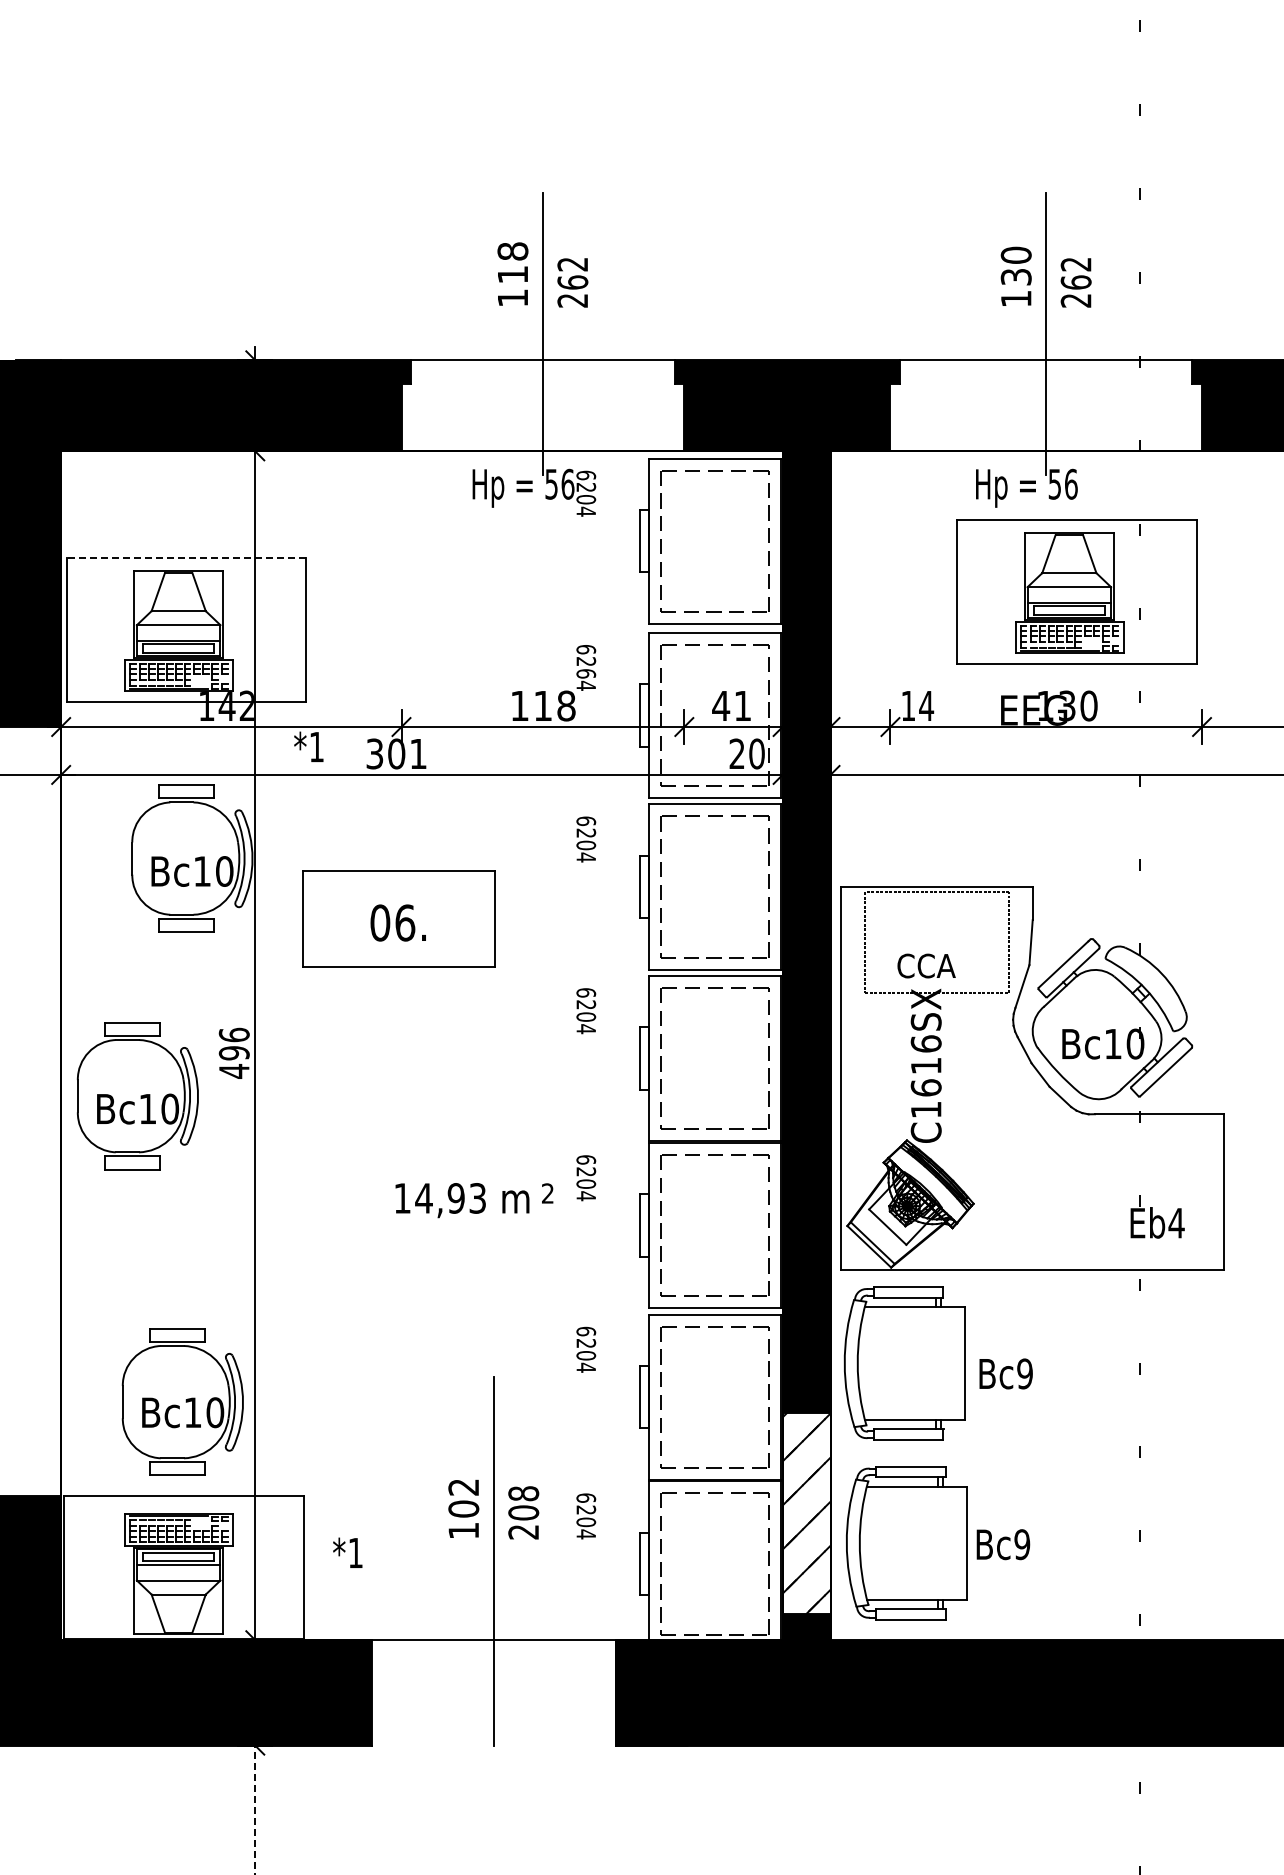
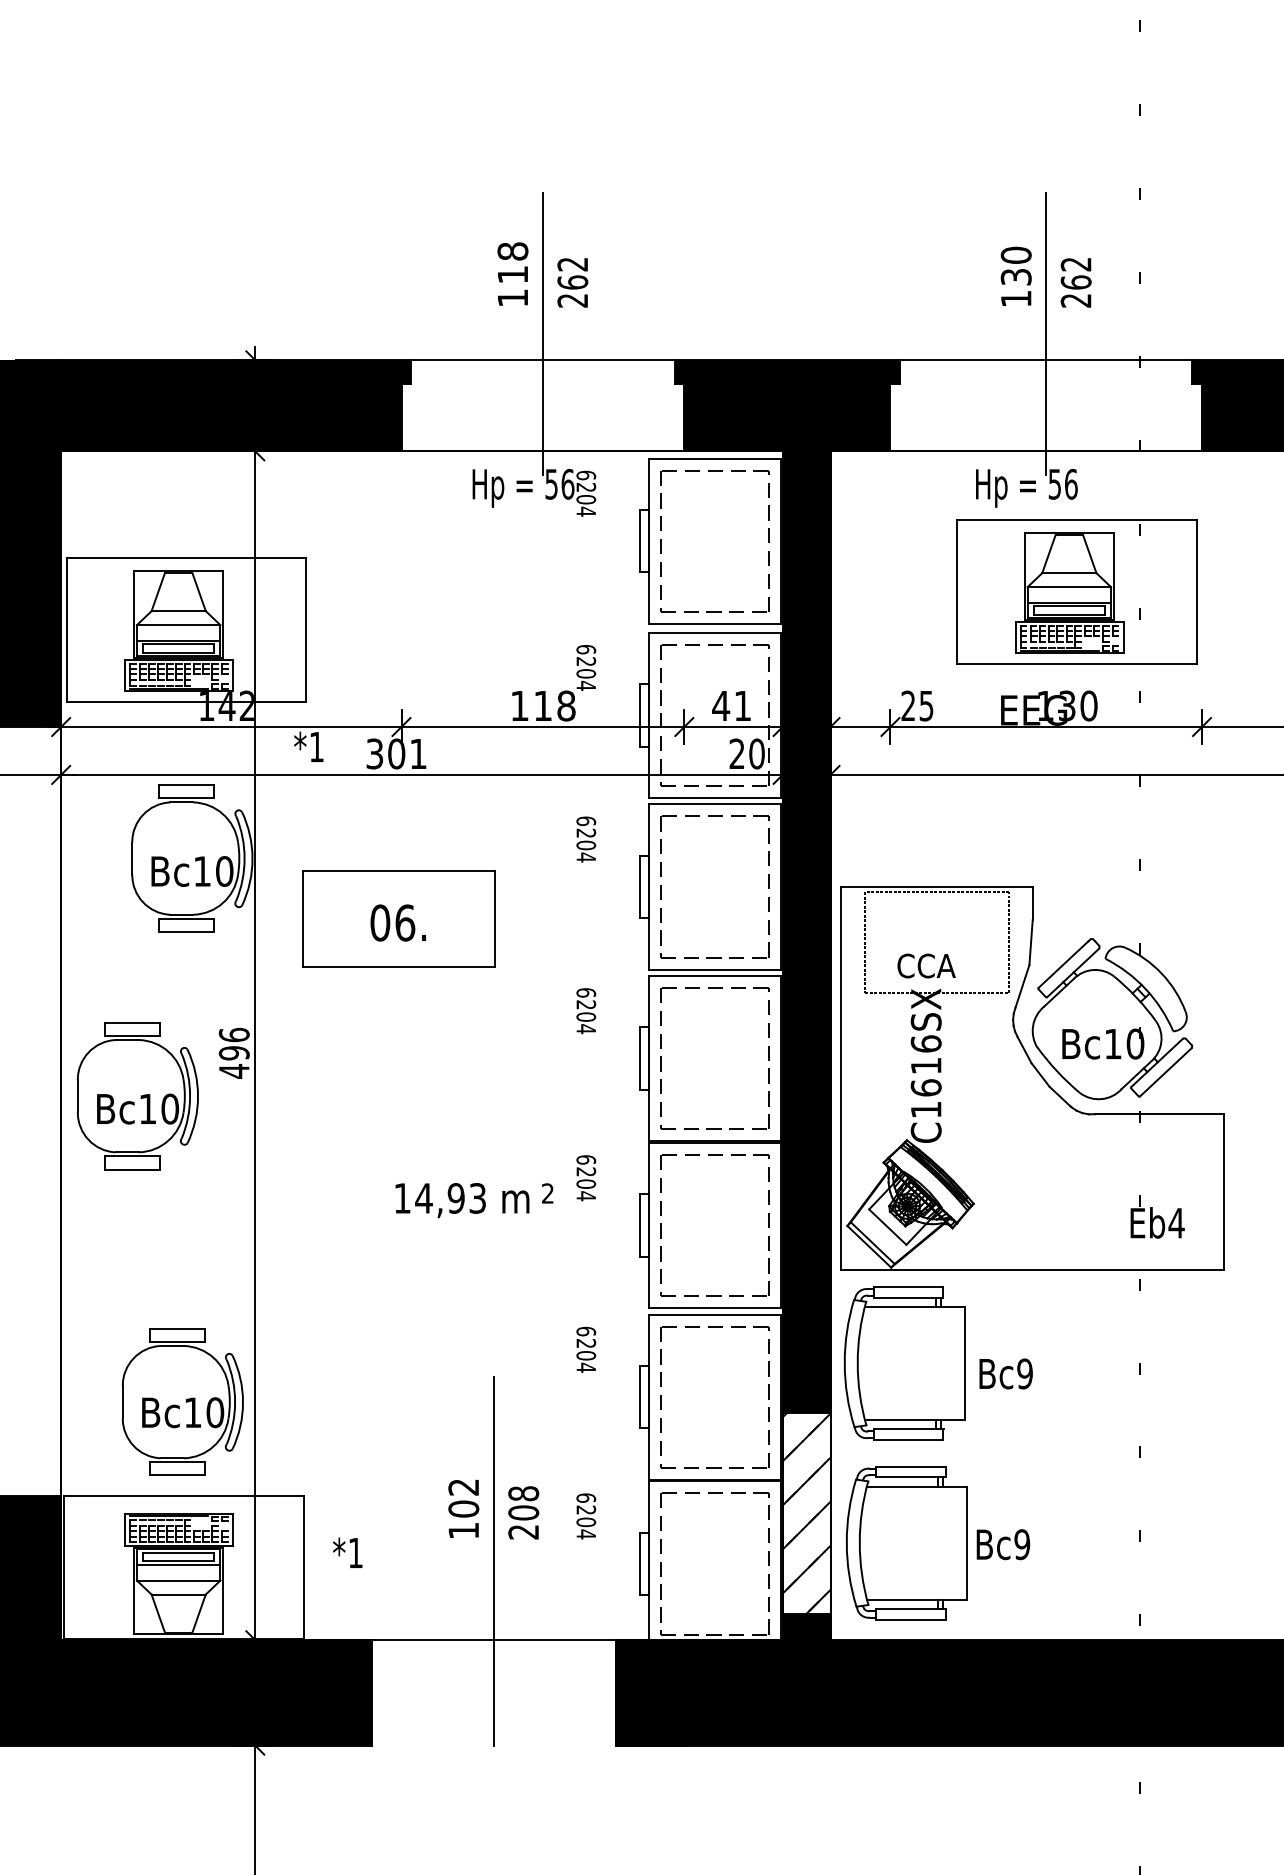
line at (186, 558): dashed -> solid
text at (586, 673): 6264 -> 6204
text at (917, 705): 14 -> 25
line at (255, 1809): dashed -> solid
